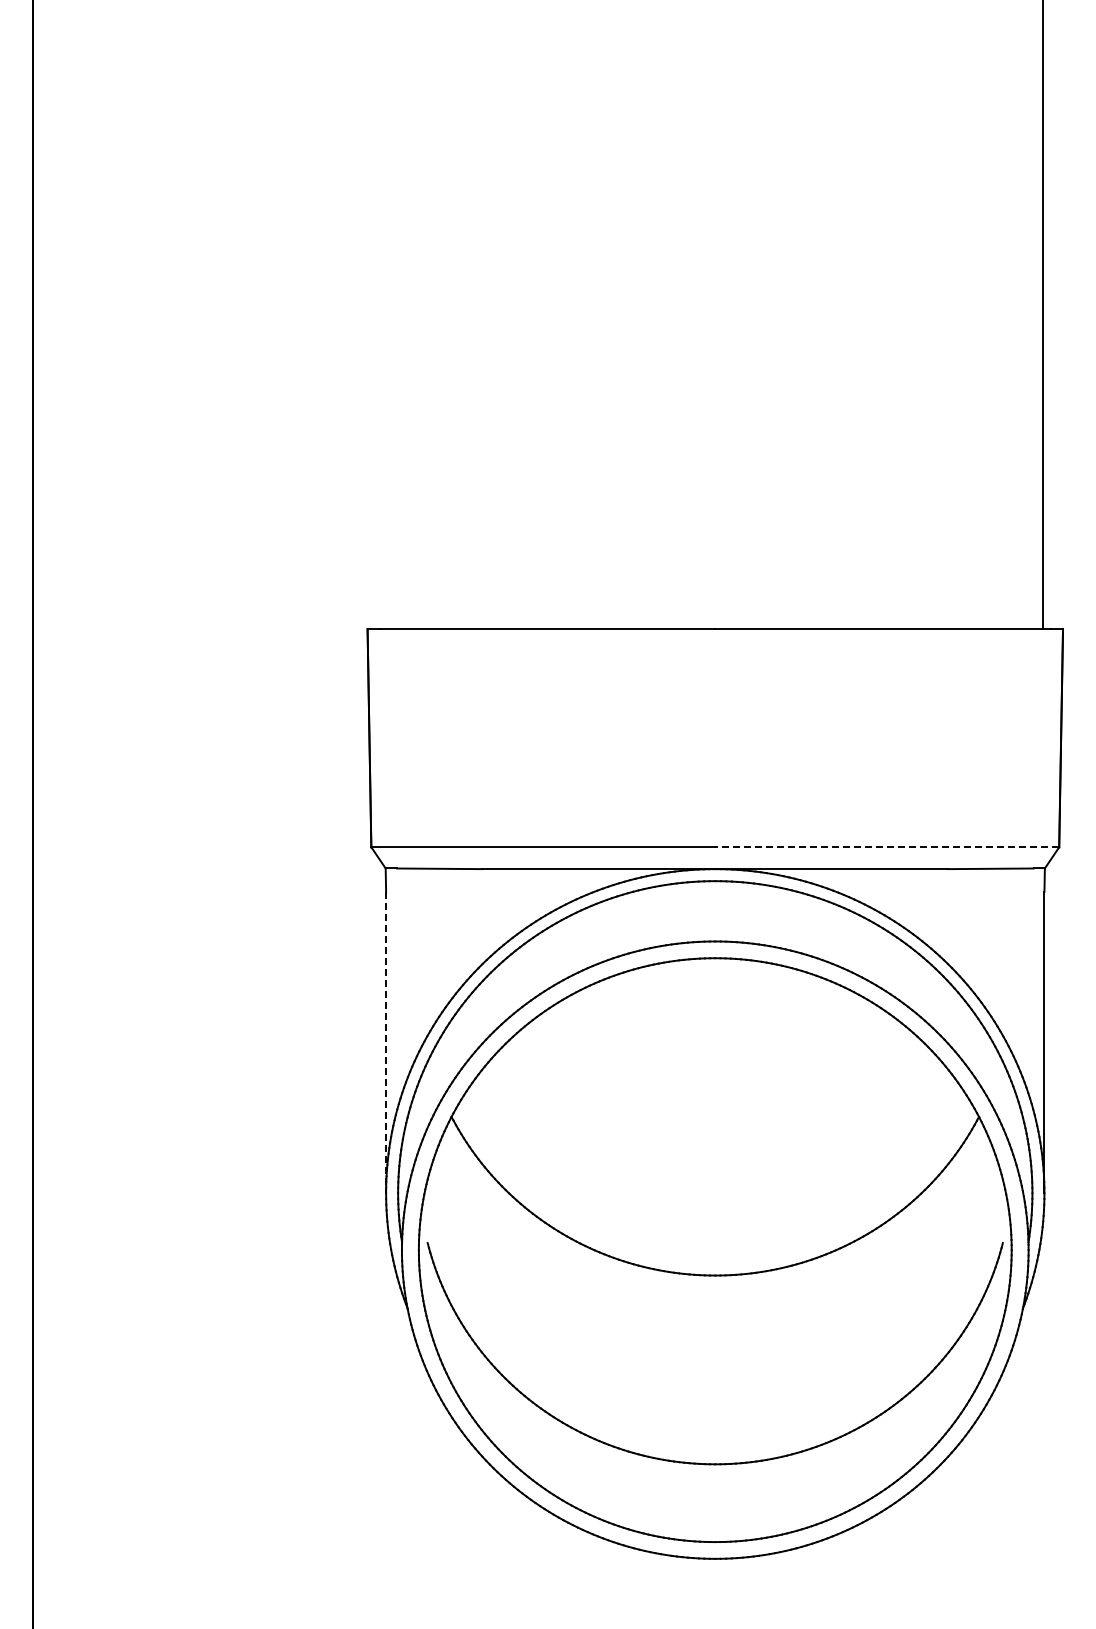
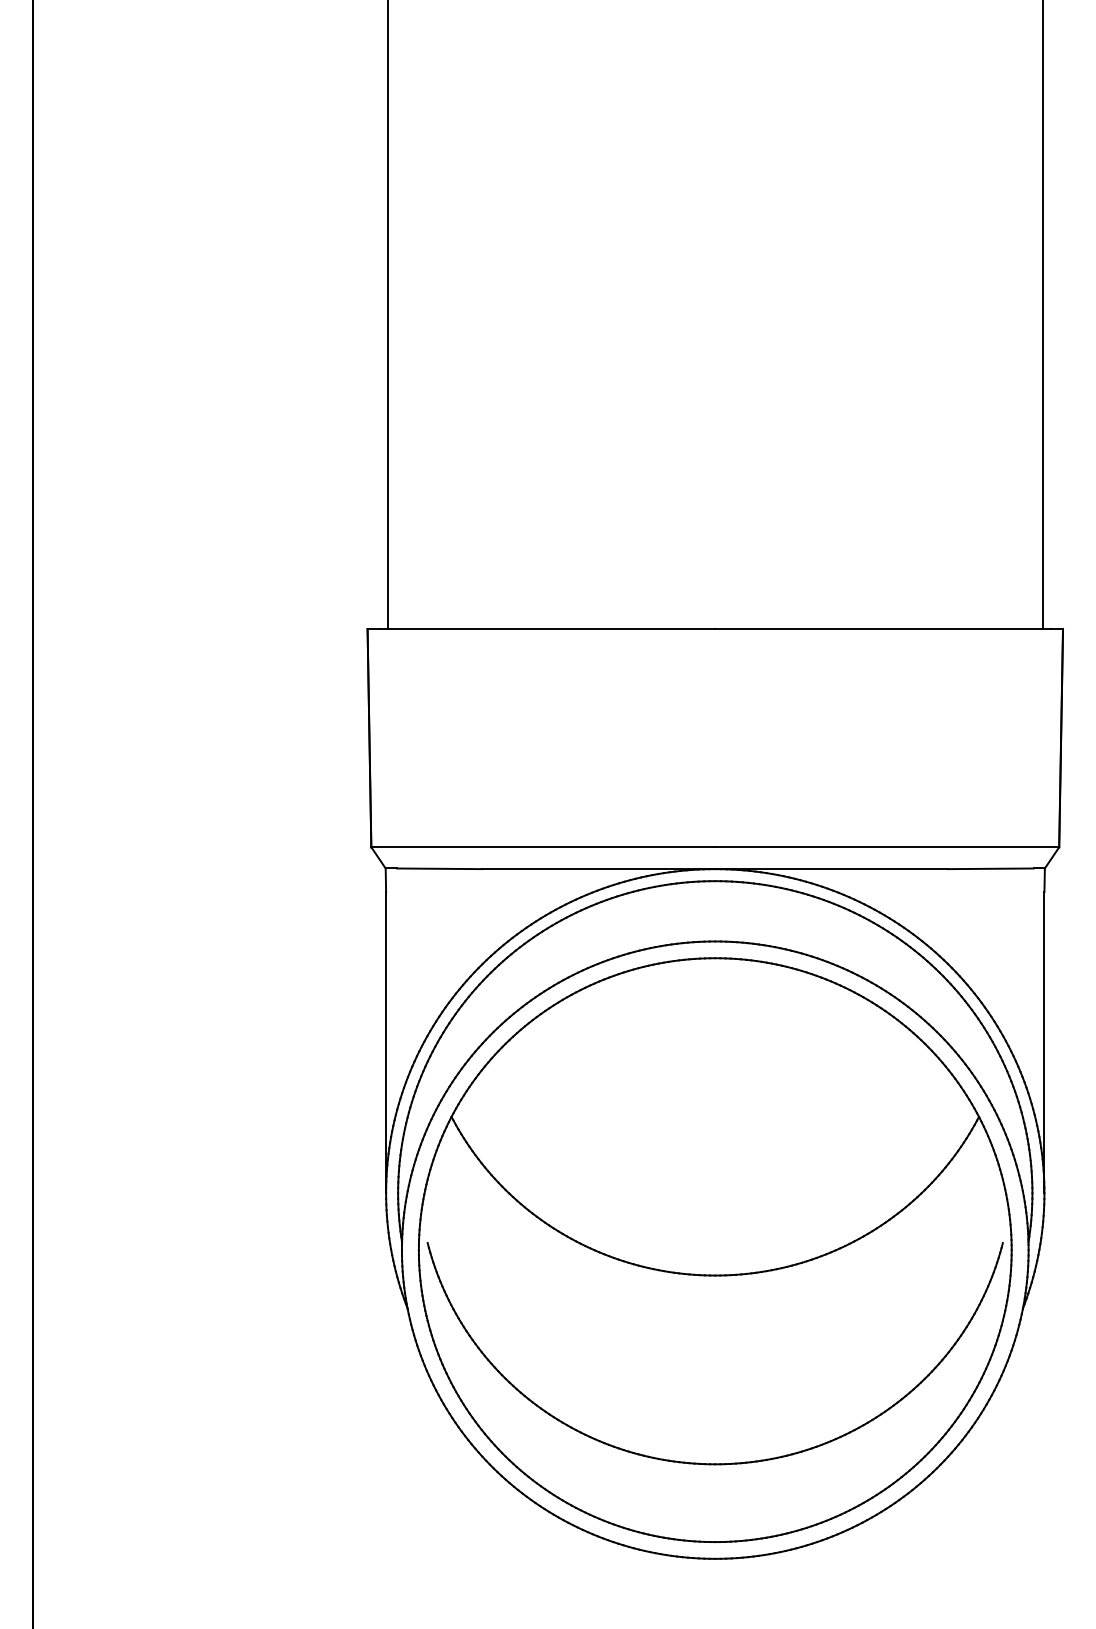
line at (387, 315): none -> present
line at (887, 847): dashed -> solid
line at (386, 1042): dashed -> solid
